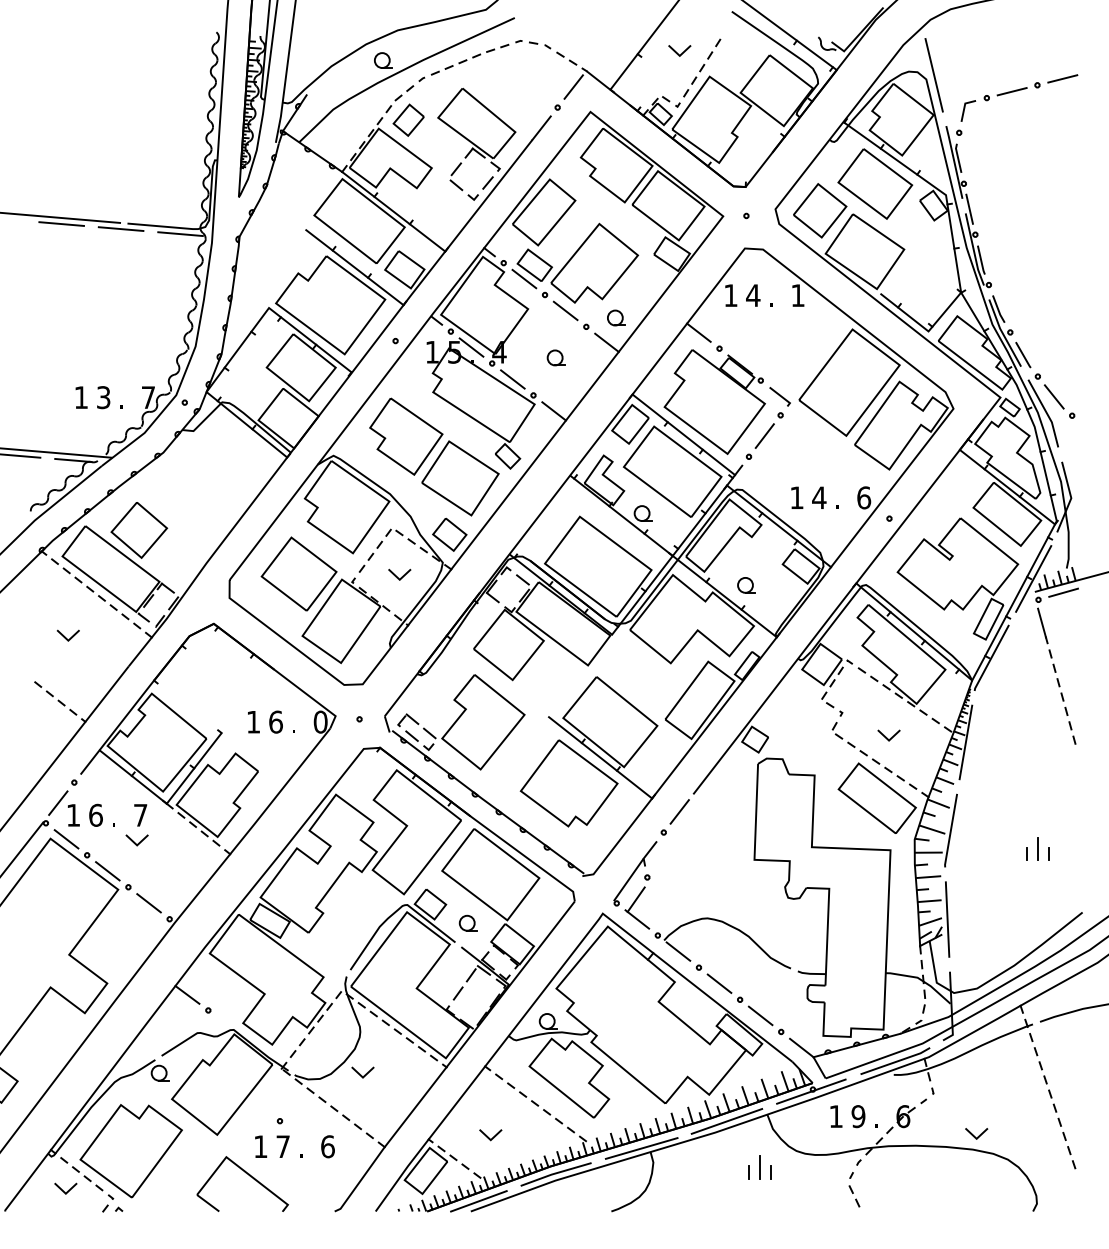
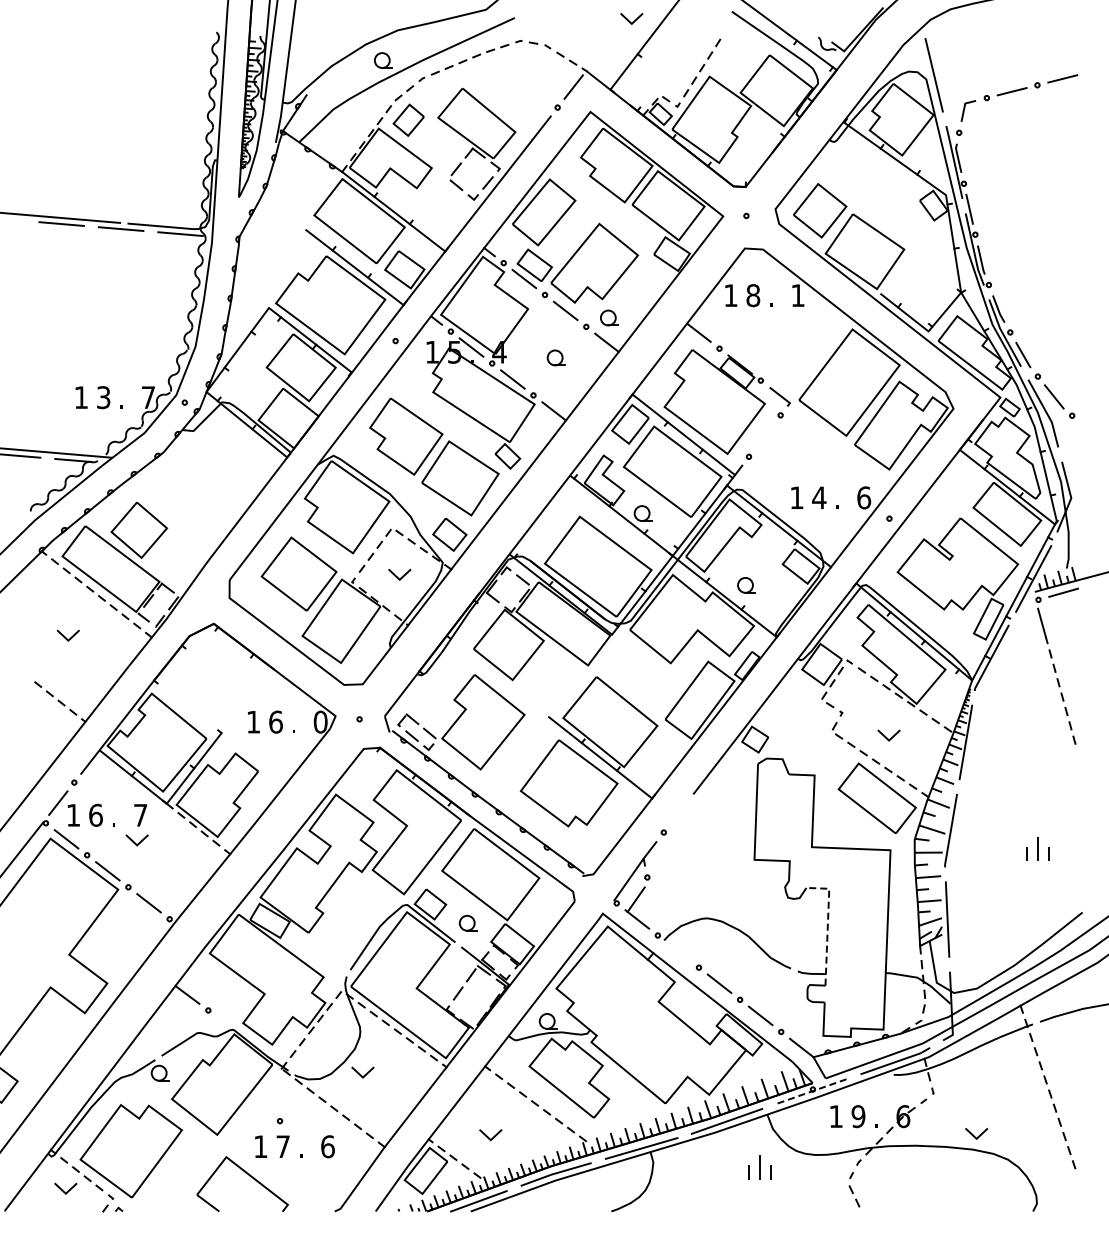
line at (677, 52) position: (677, 52) -> (629, 20)
part at (875, 183): present -> none
text at (753, 295): 4 -> 8
part at (616, 317) position: (616, 317) -> (609, 317)
line at (764, 435): present -> none
line at (679, 811): present -> none
line at (827, 924): solid -> dashed
line at (678, 951): present -> none
line at (811, 1091): solid -> dashed
